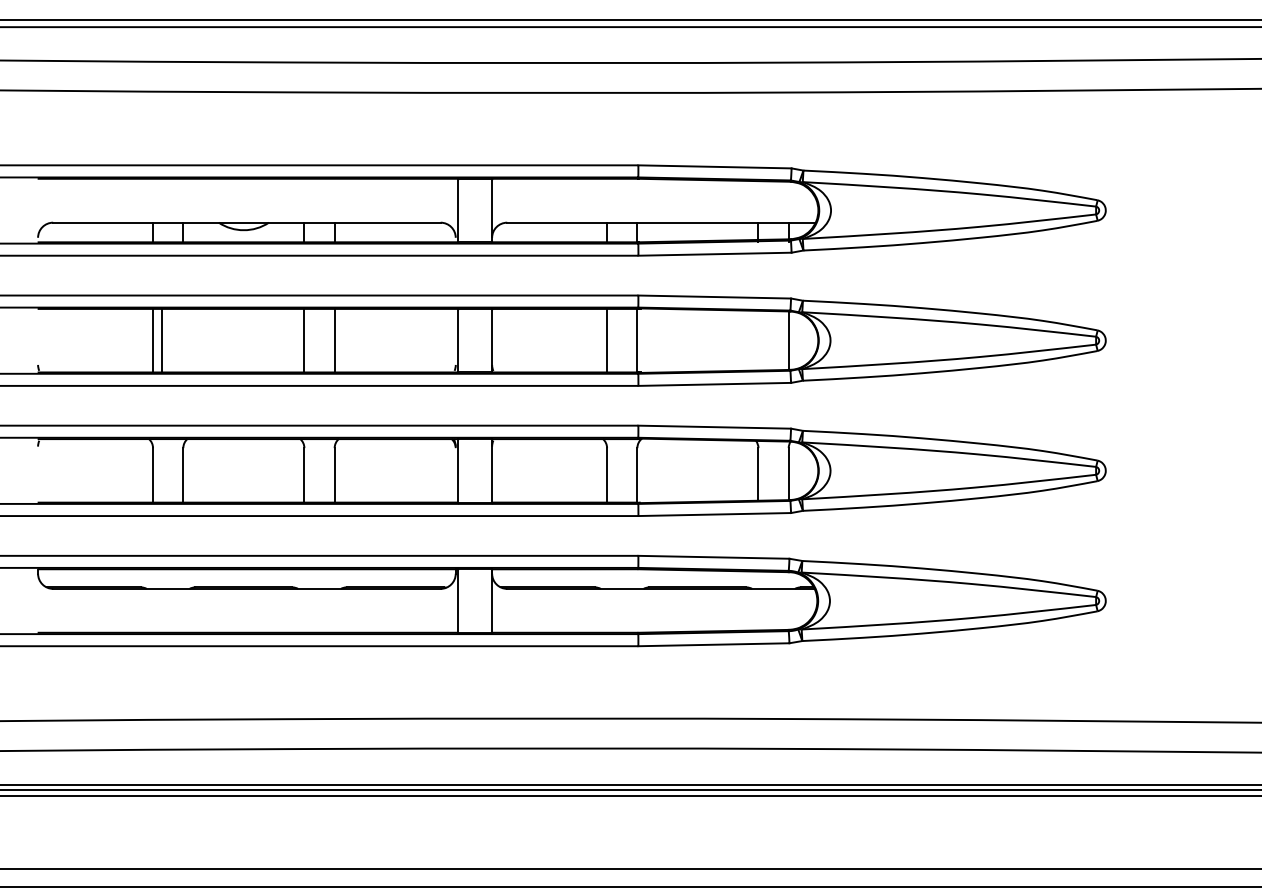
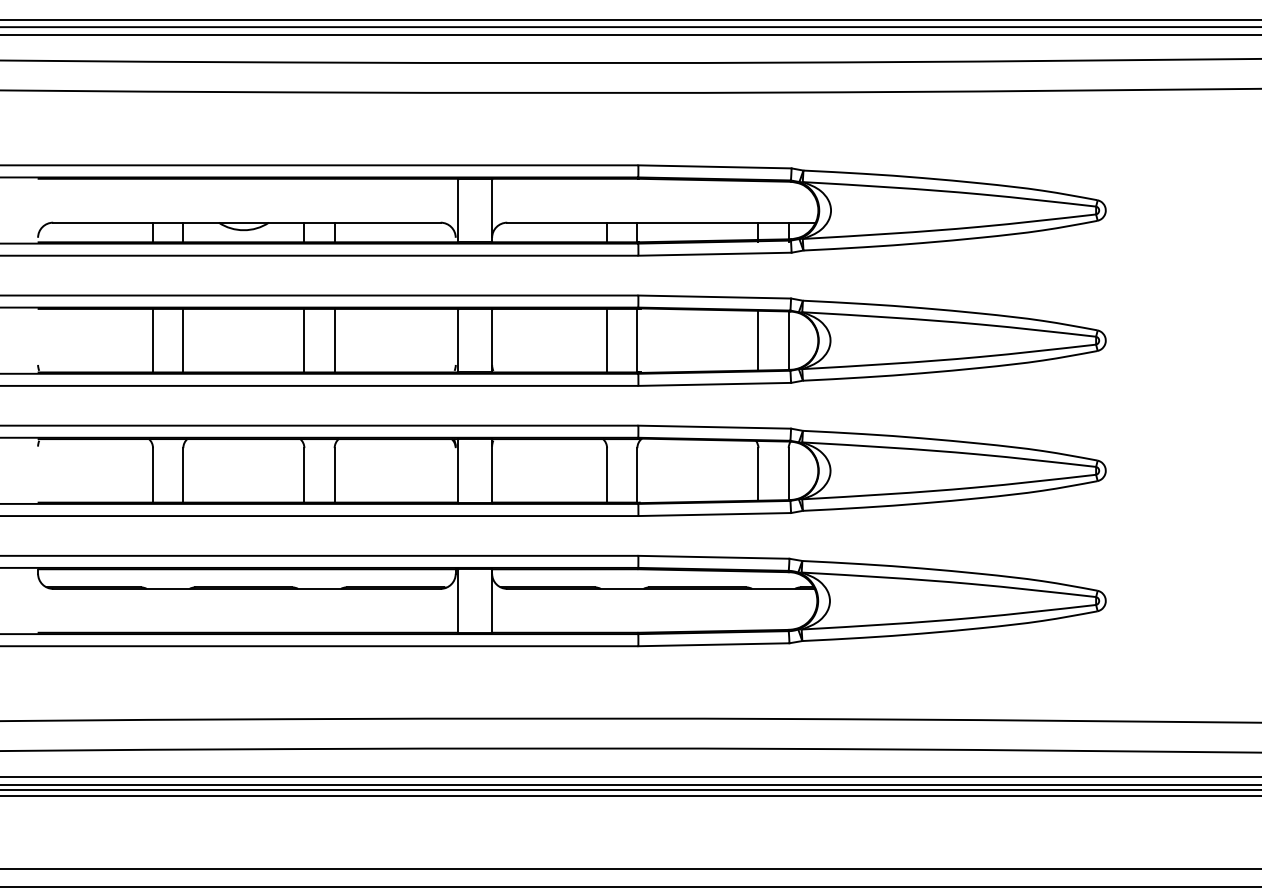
line at (630, 34): none -> present
line at (162, 340) position: (162, 340) -> (183, 340)
line at (758, 340): none -> present
line at (630, 776): none -> present
